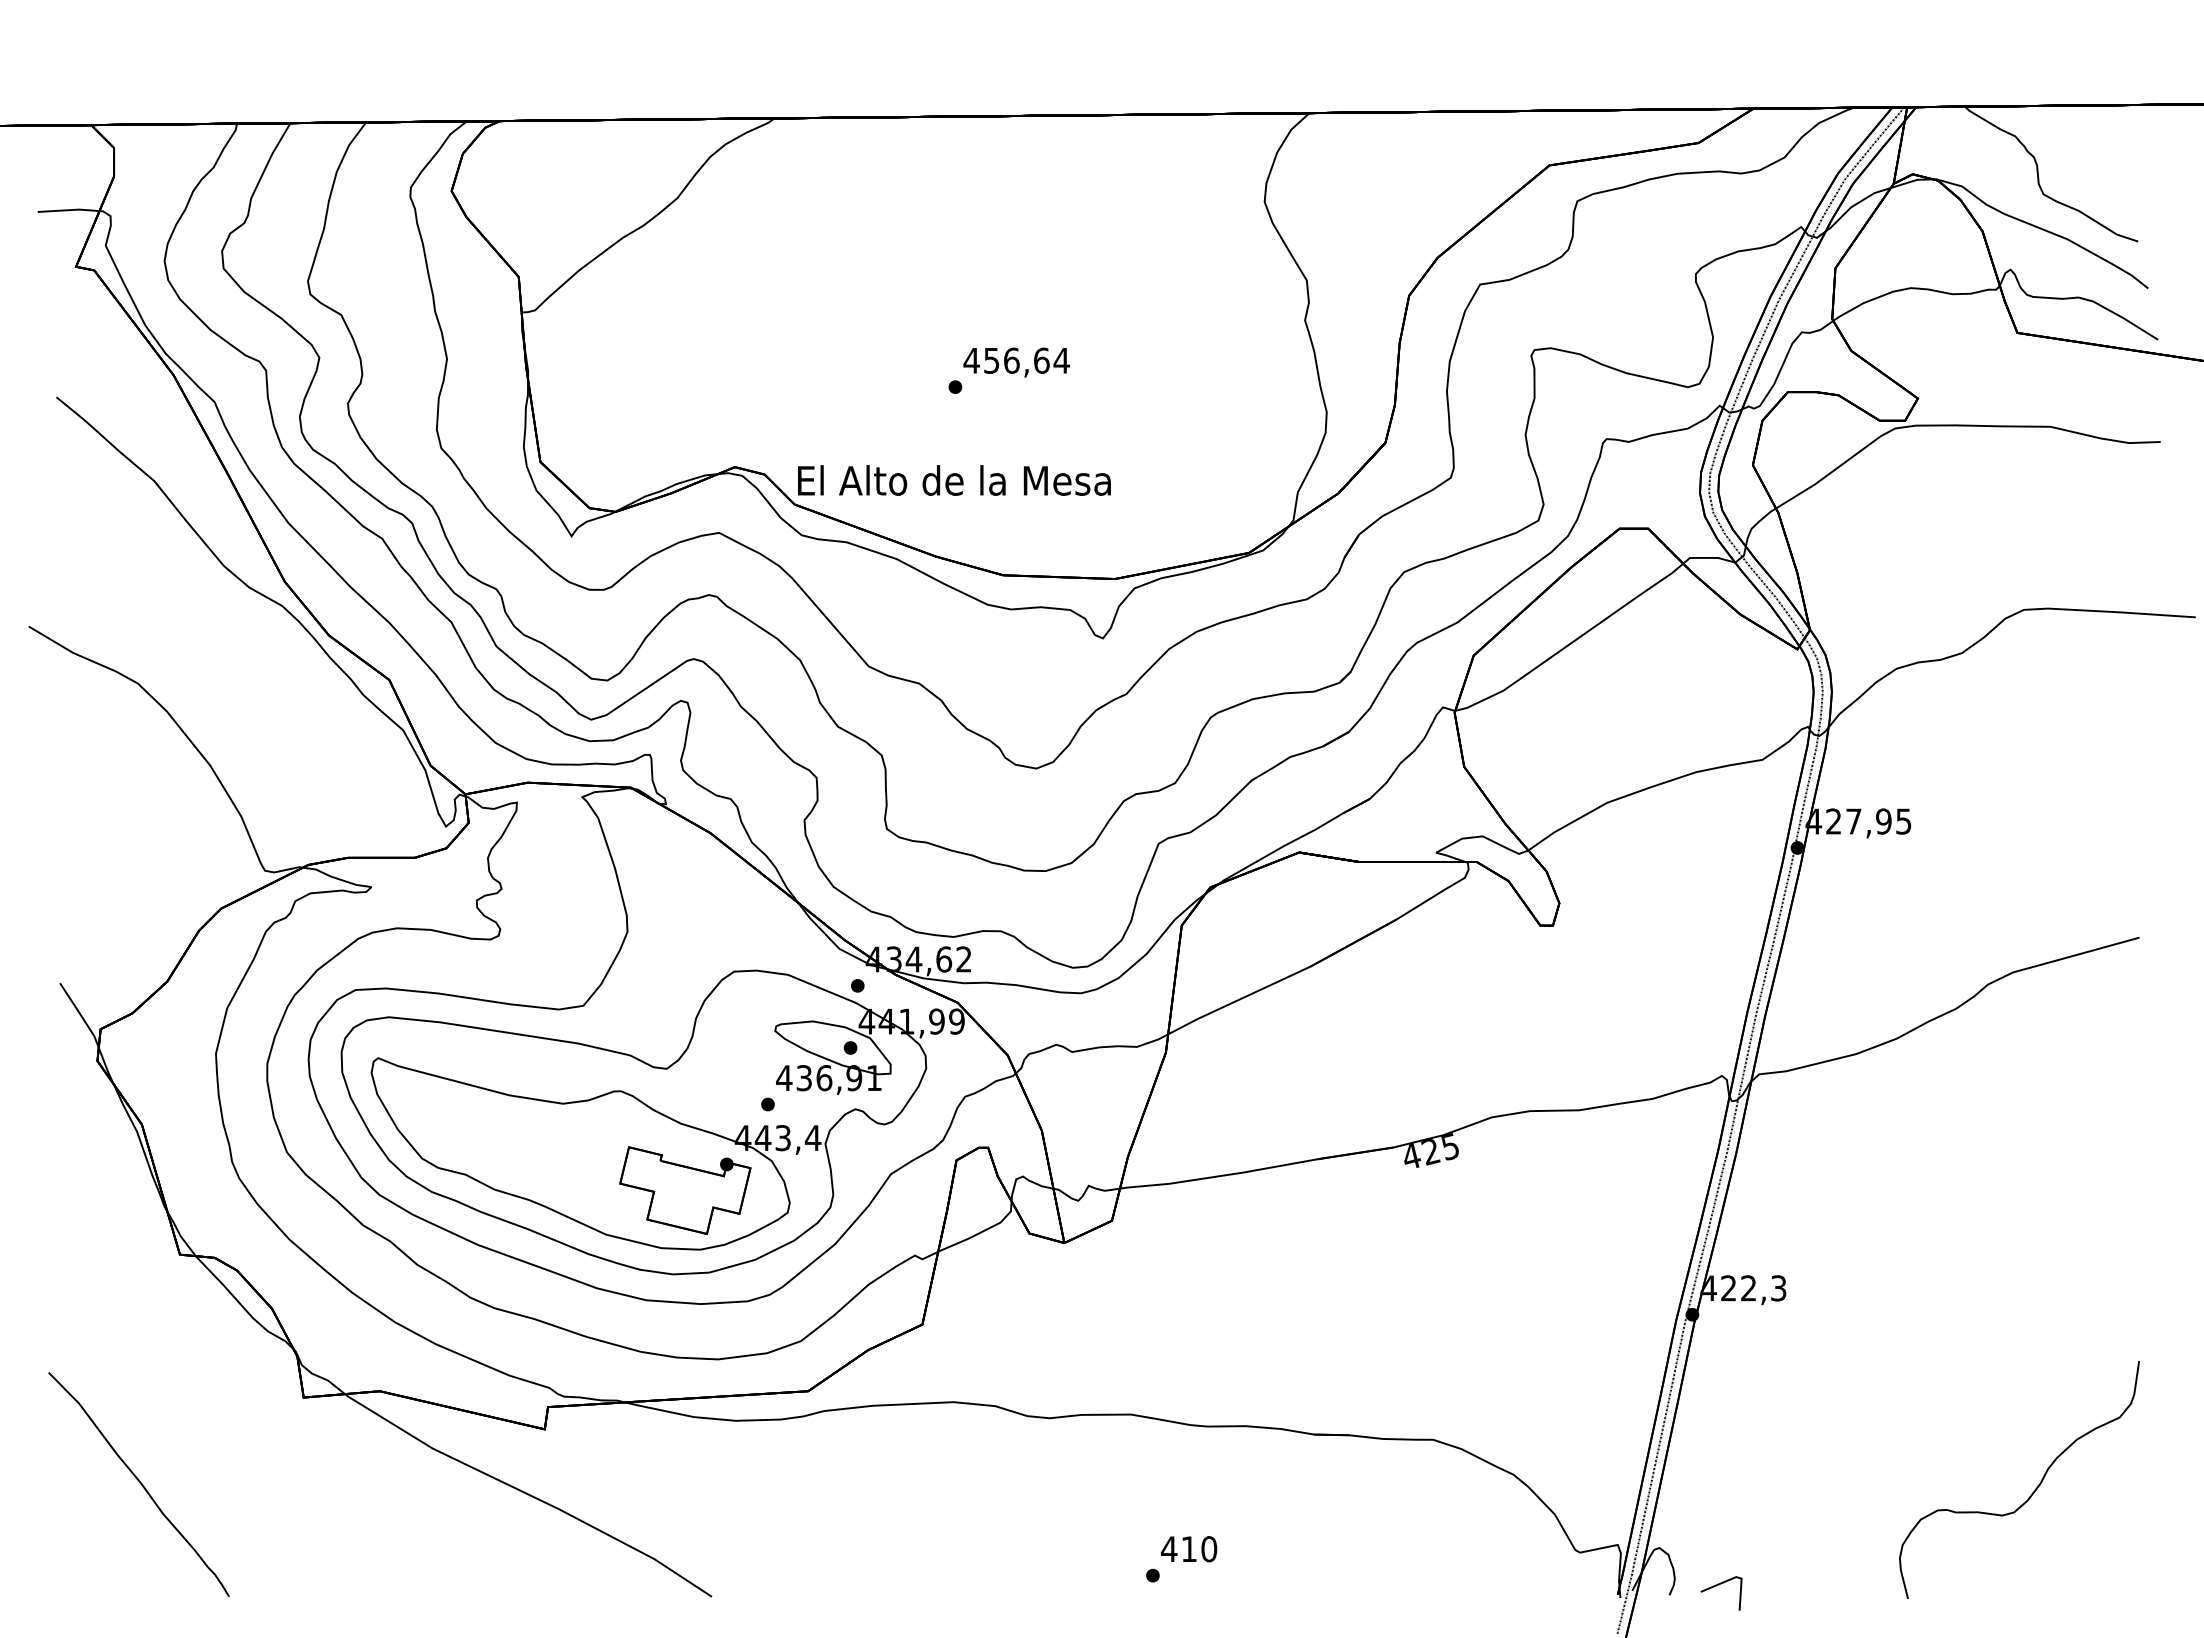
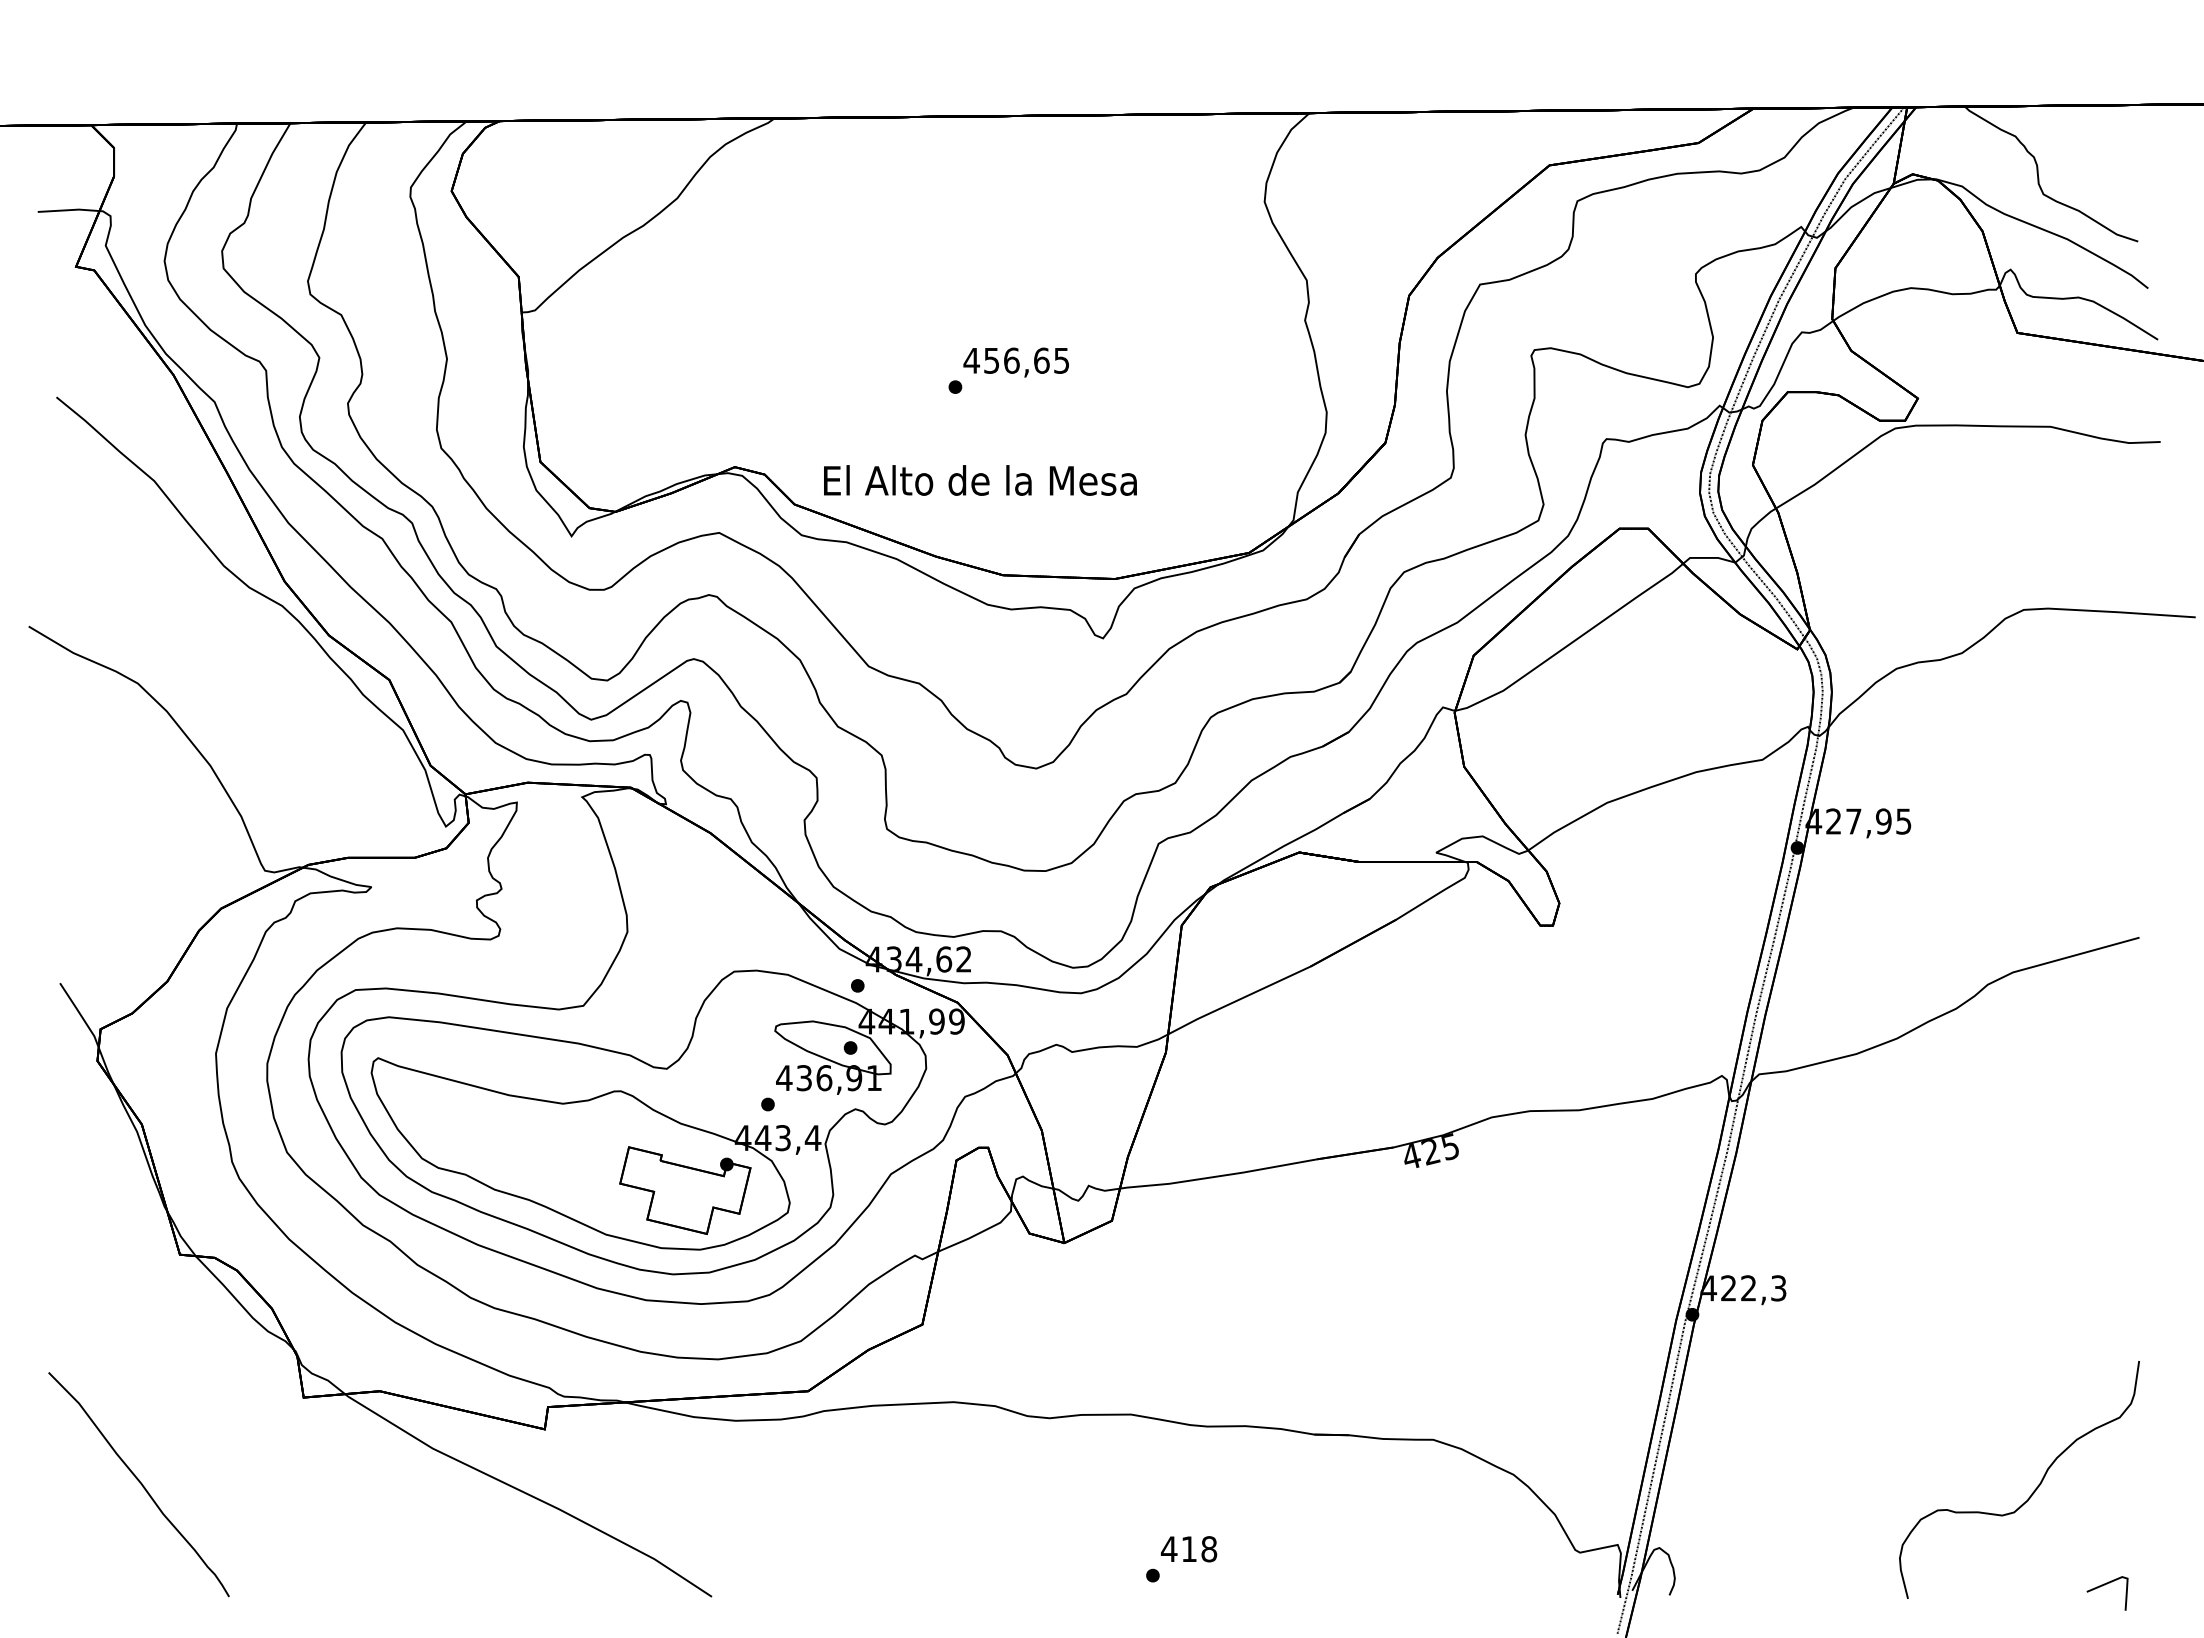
text at (1061, 360): 456,64 -> 456,65
text at (954, 480) position: (954, 480) -> (980, 480)
text at (1209, 1549): 410 -> 418
line at (1719, 1585) position: (1719, 1585) -> (2105, 1585)
